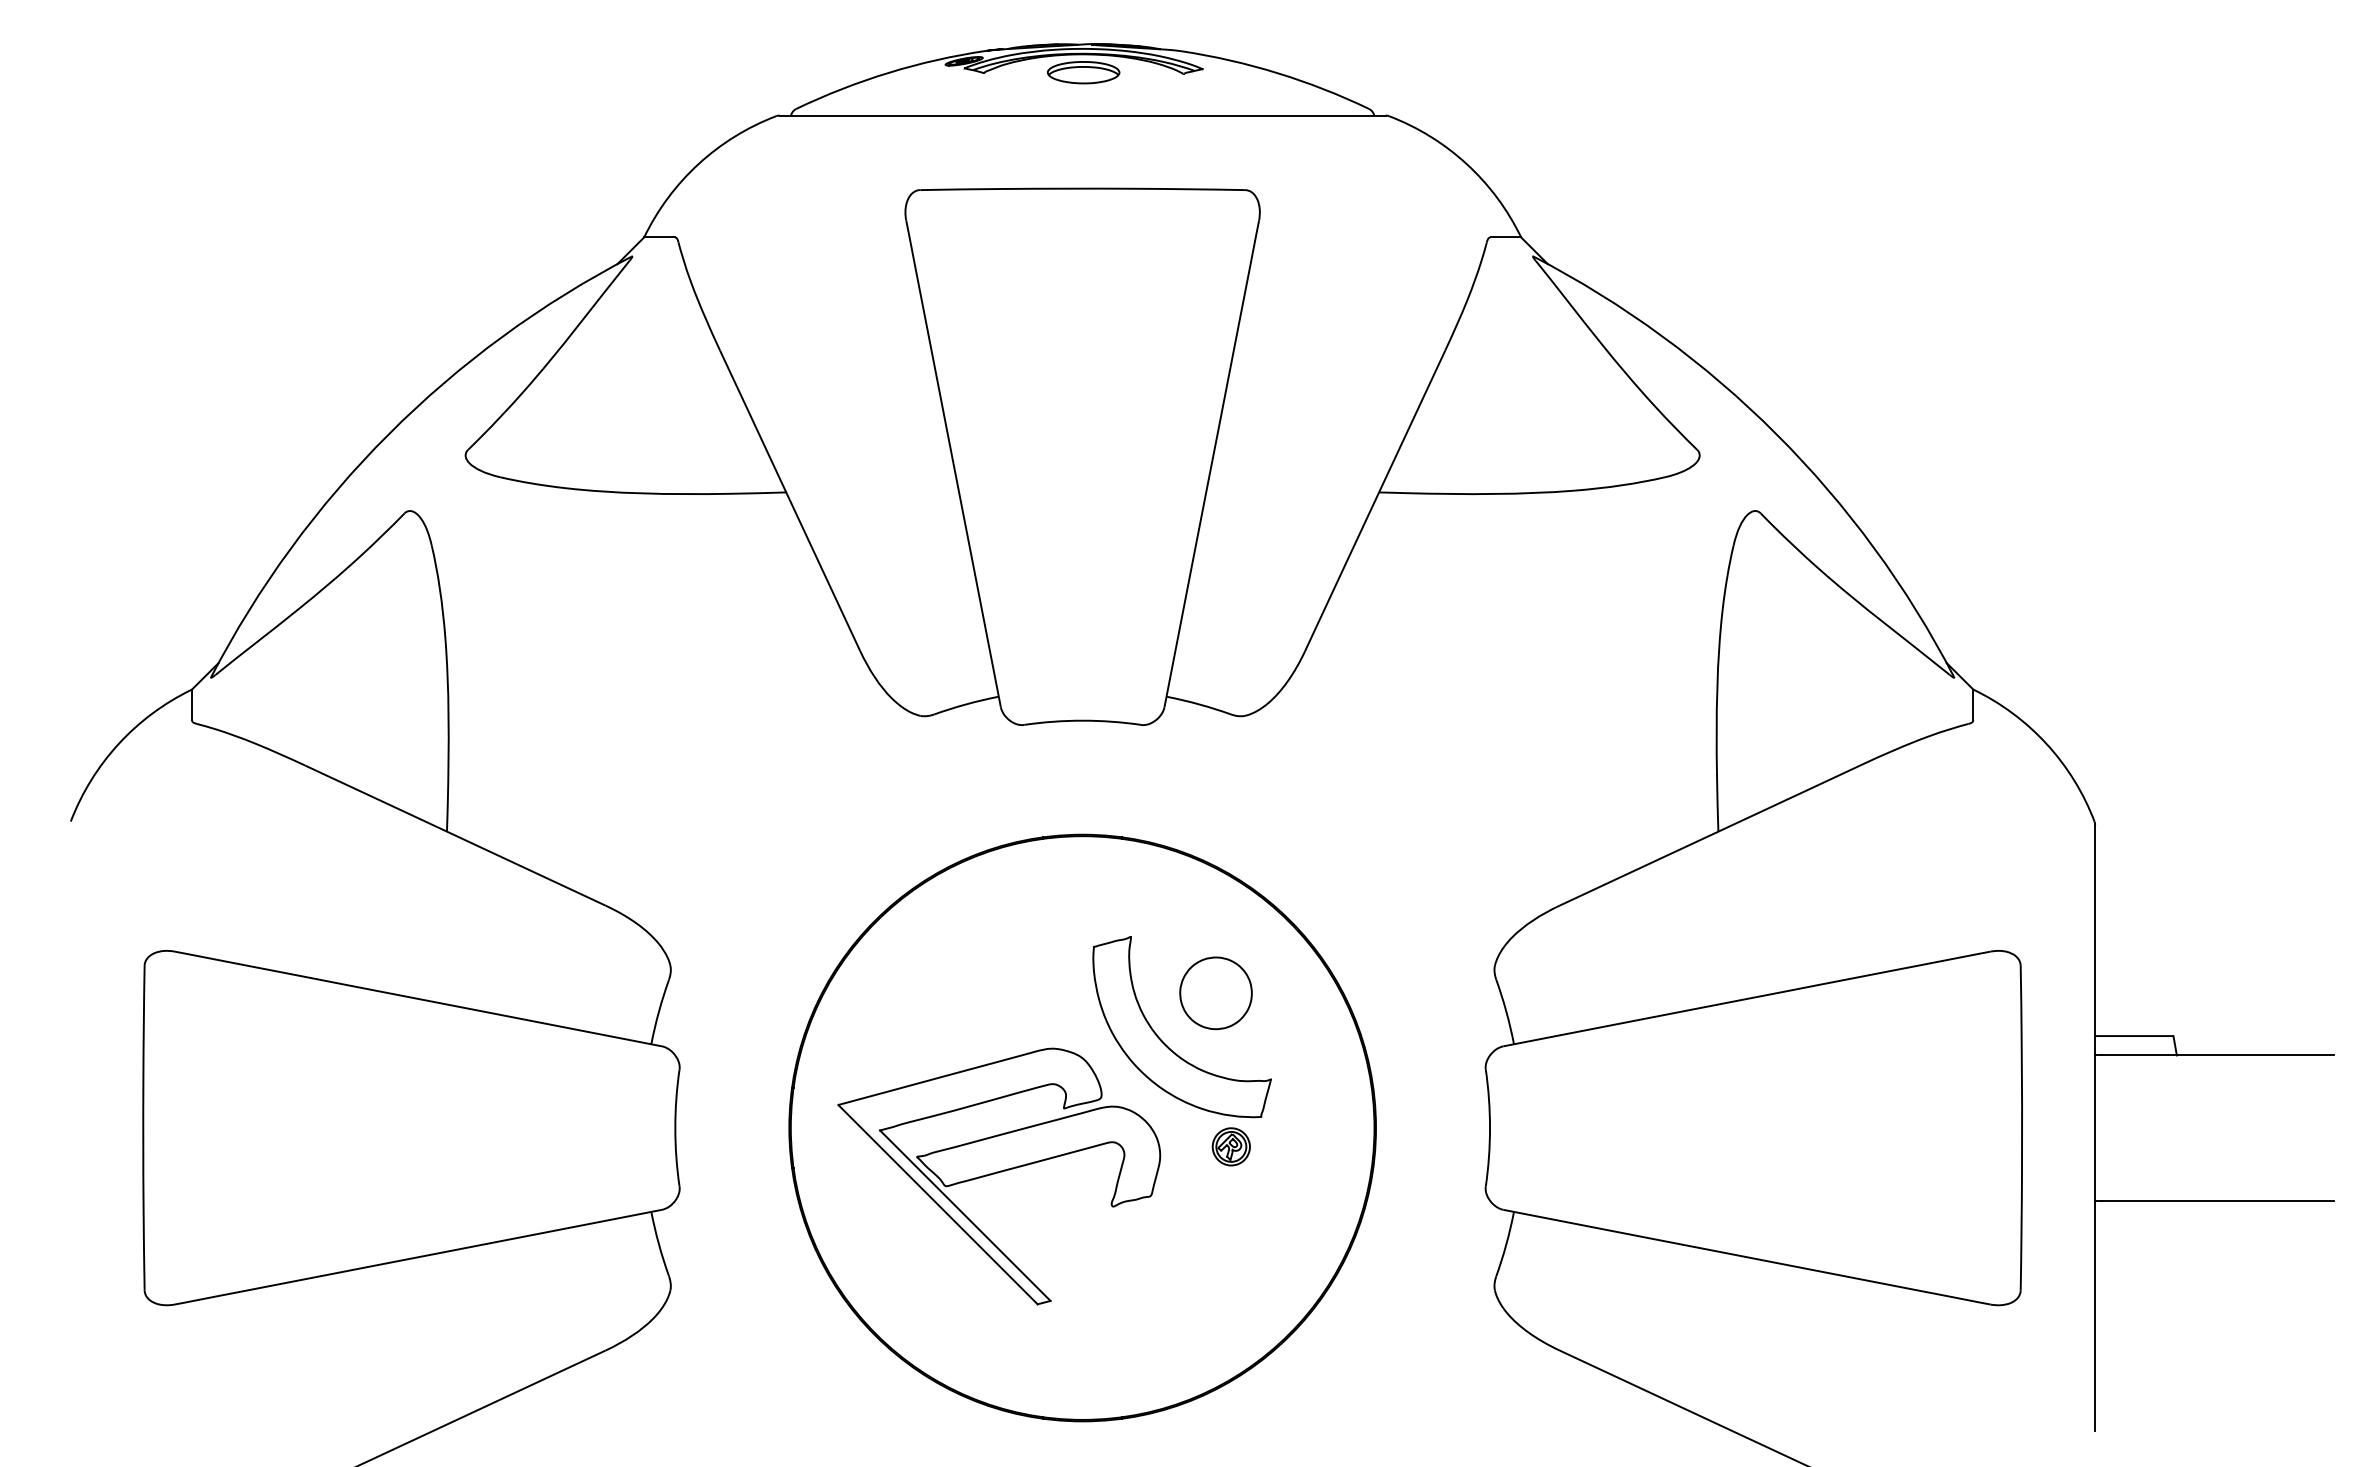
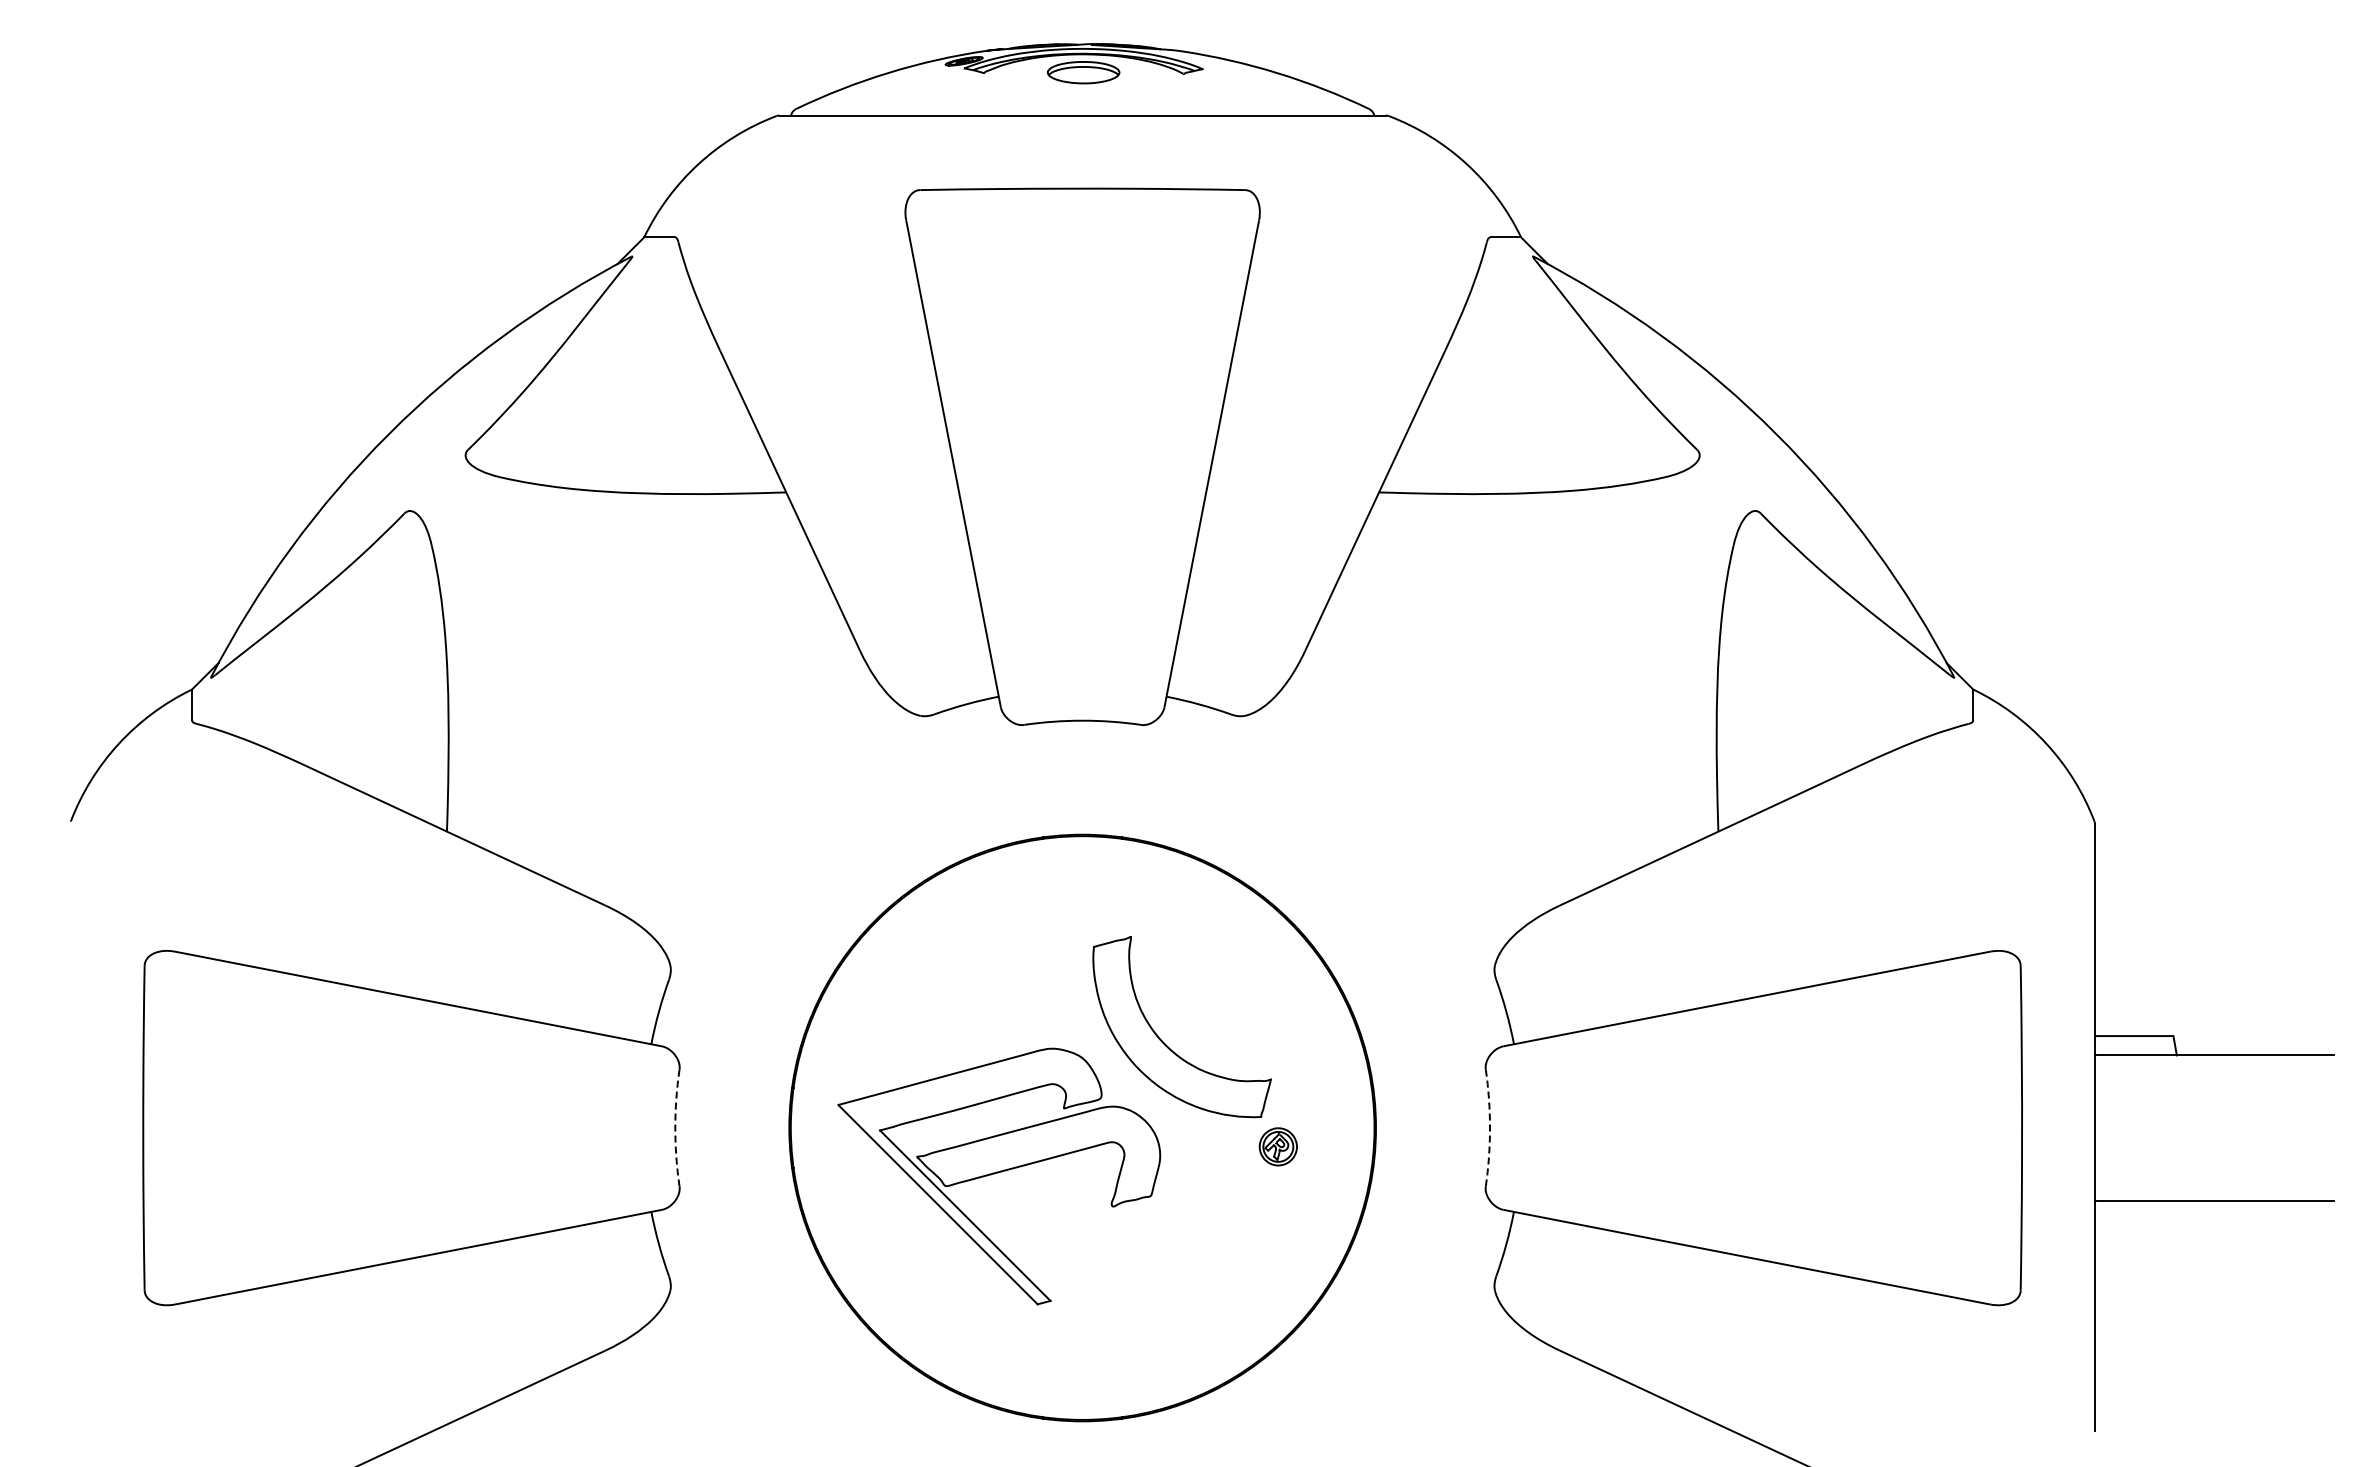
part at (1215, 993): present -> none
arc at (675, 1128): solid -> dashed
arc at (1490, 1128): solid -> dashed
part at (1230, 1146) position: (1230, 1146) -> (1277, 1146)
